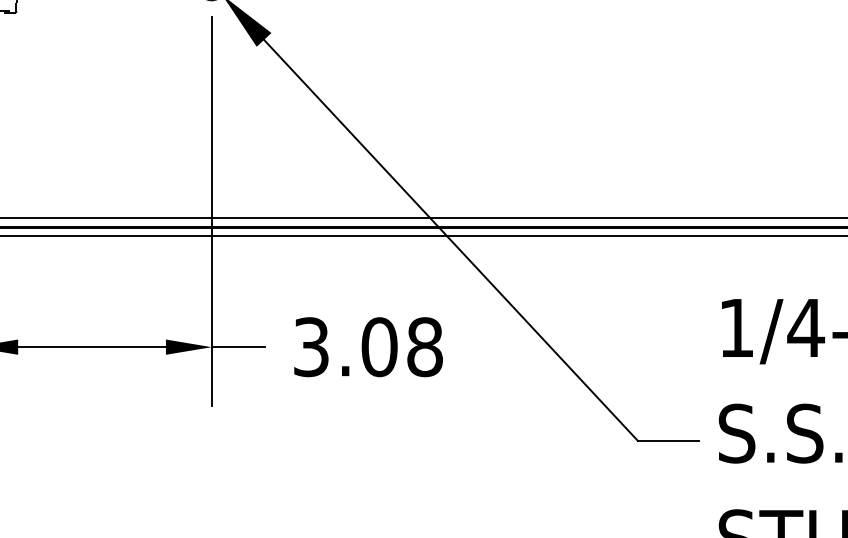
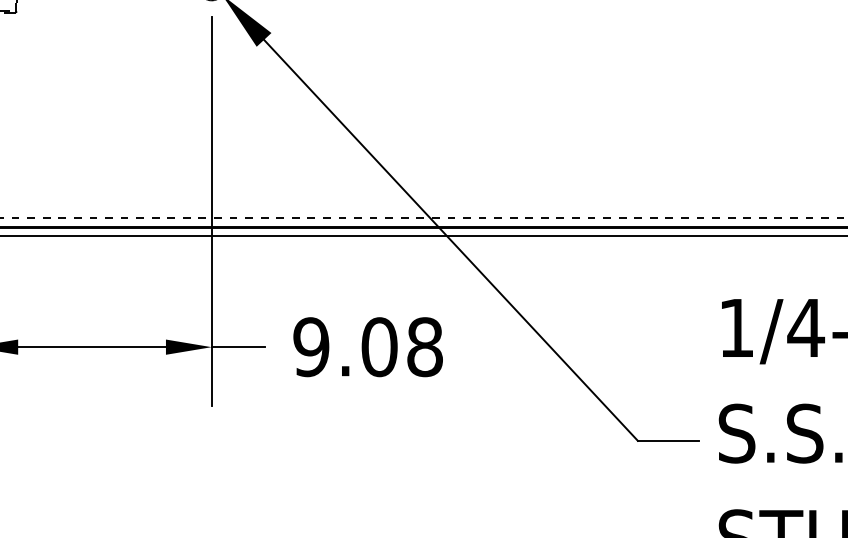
line at (424, 218): solid -> dashed
text at (311, 347): 3.08 -> 9.08
